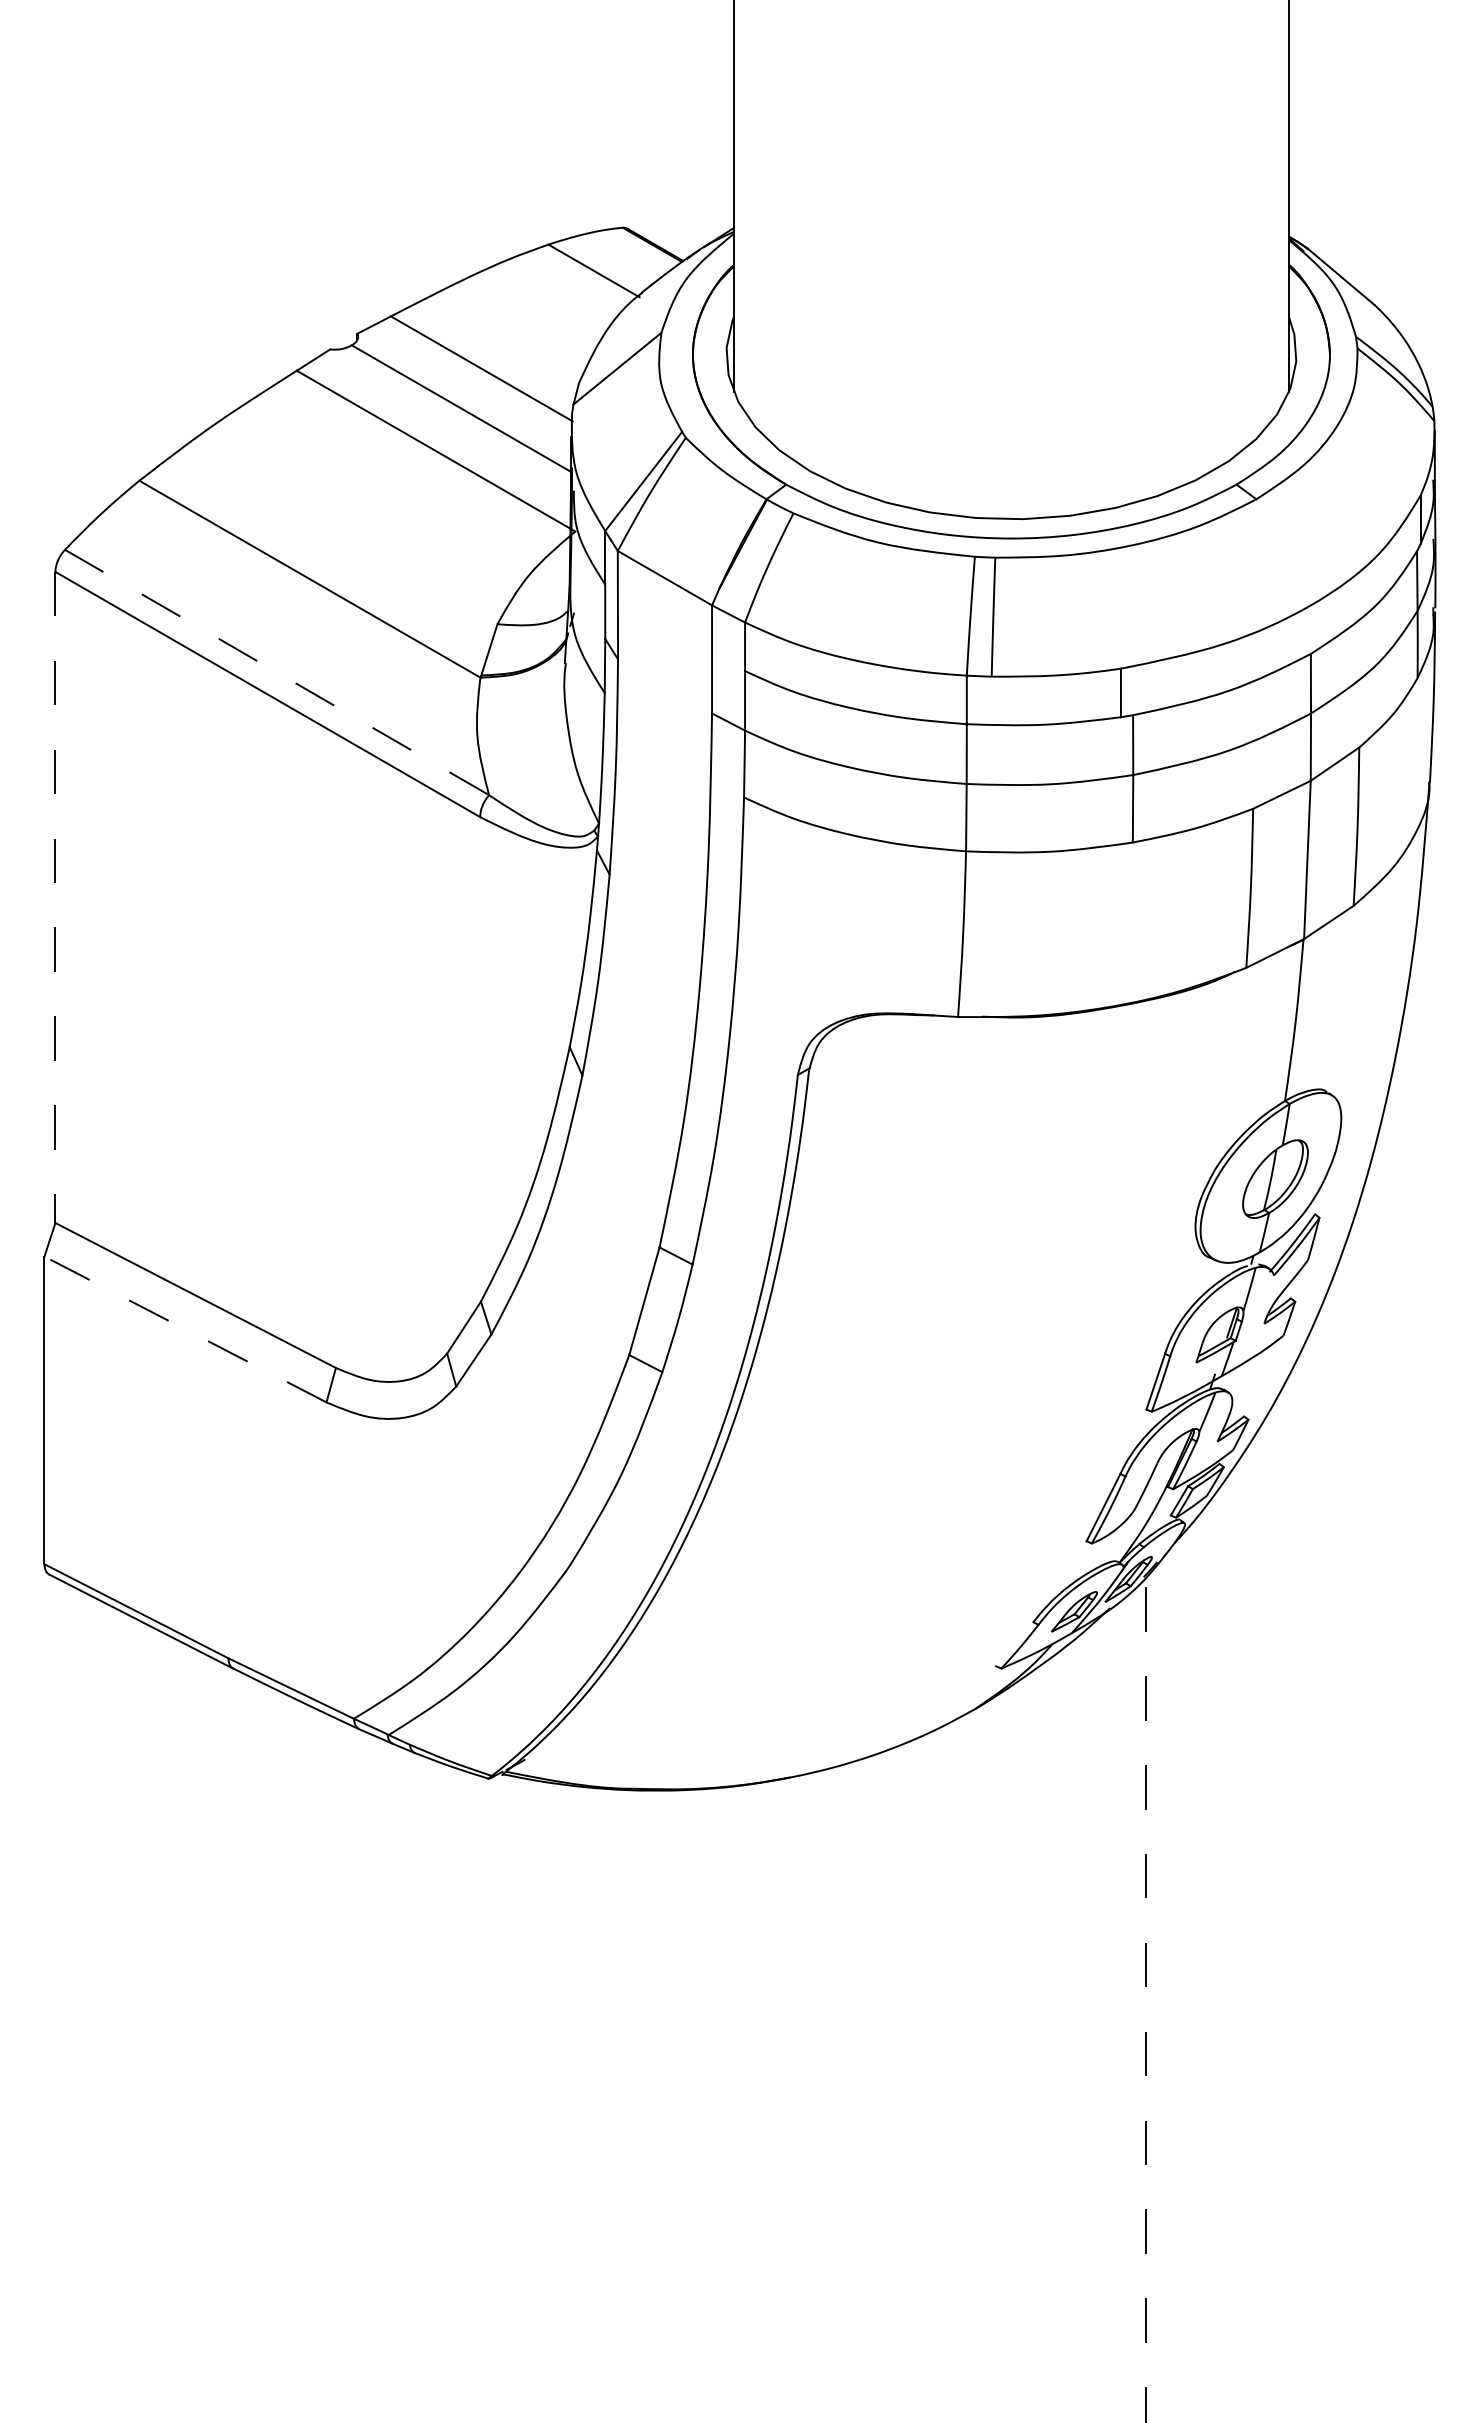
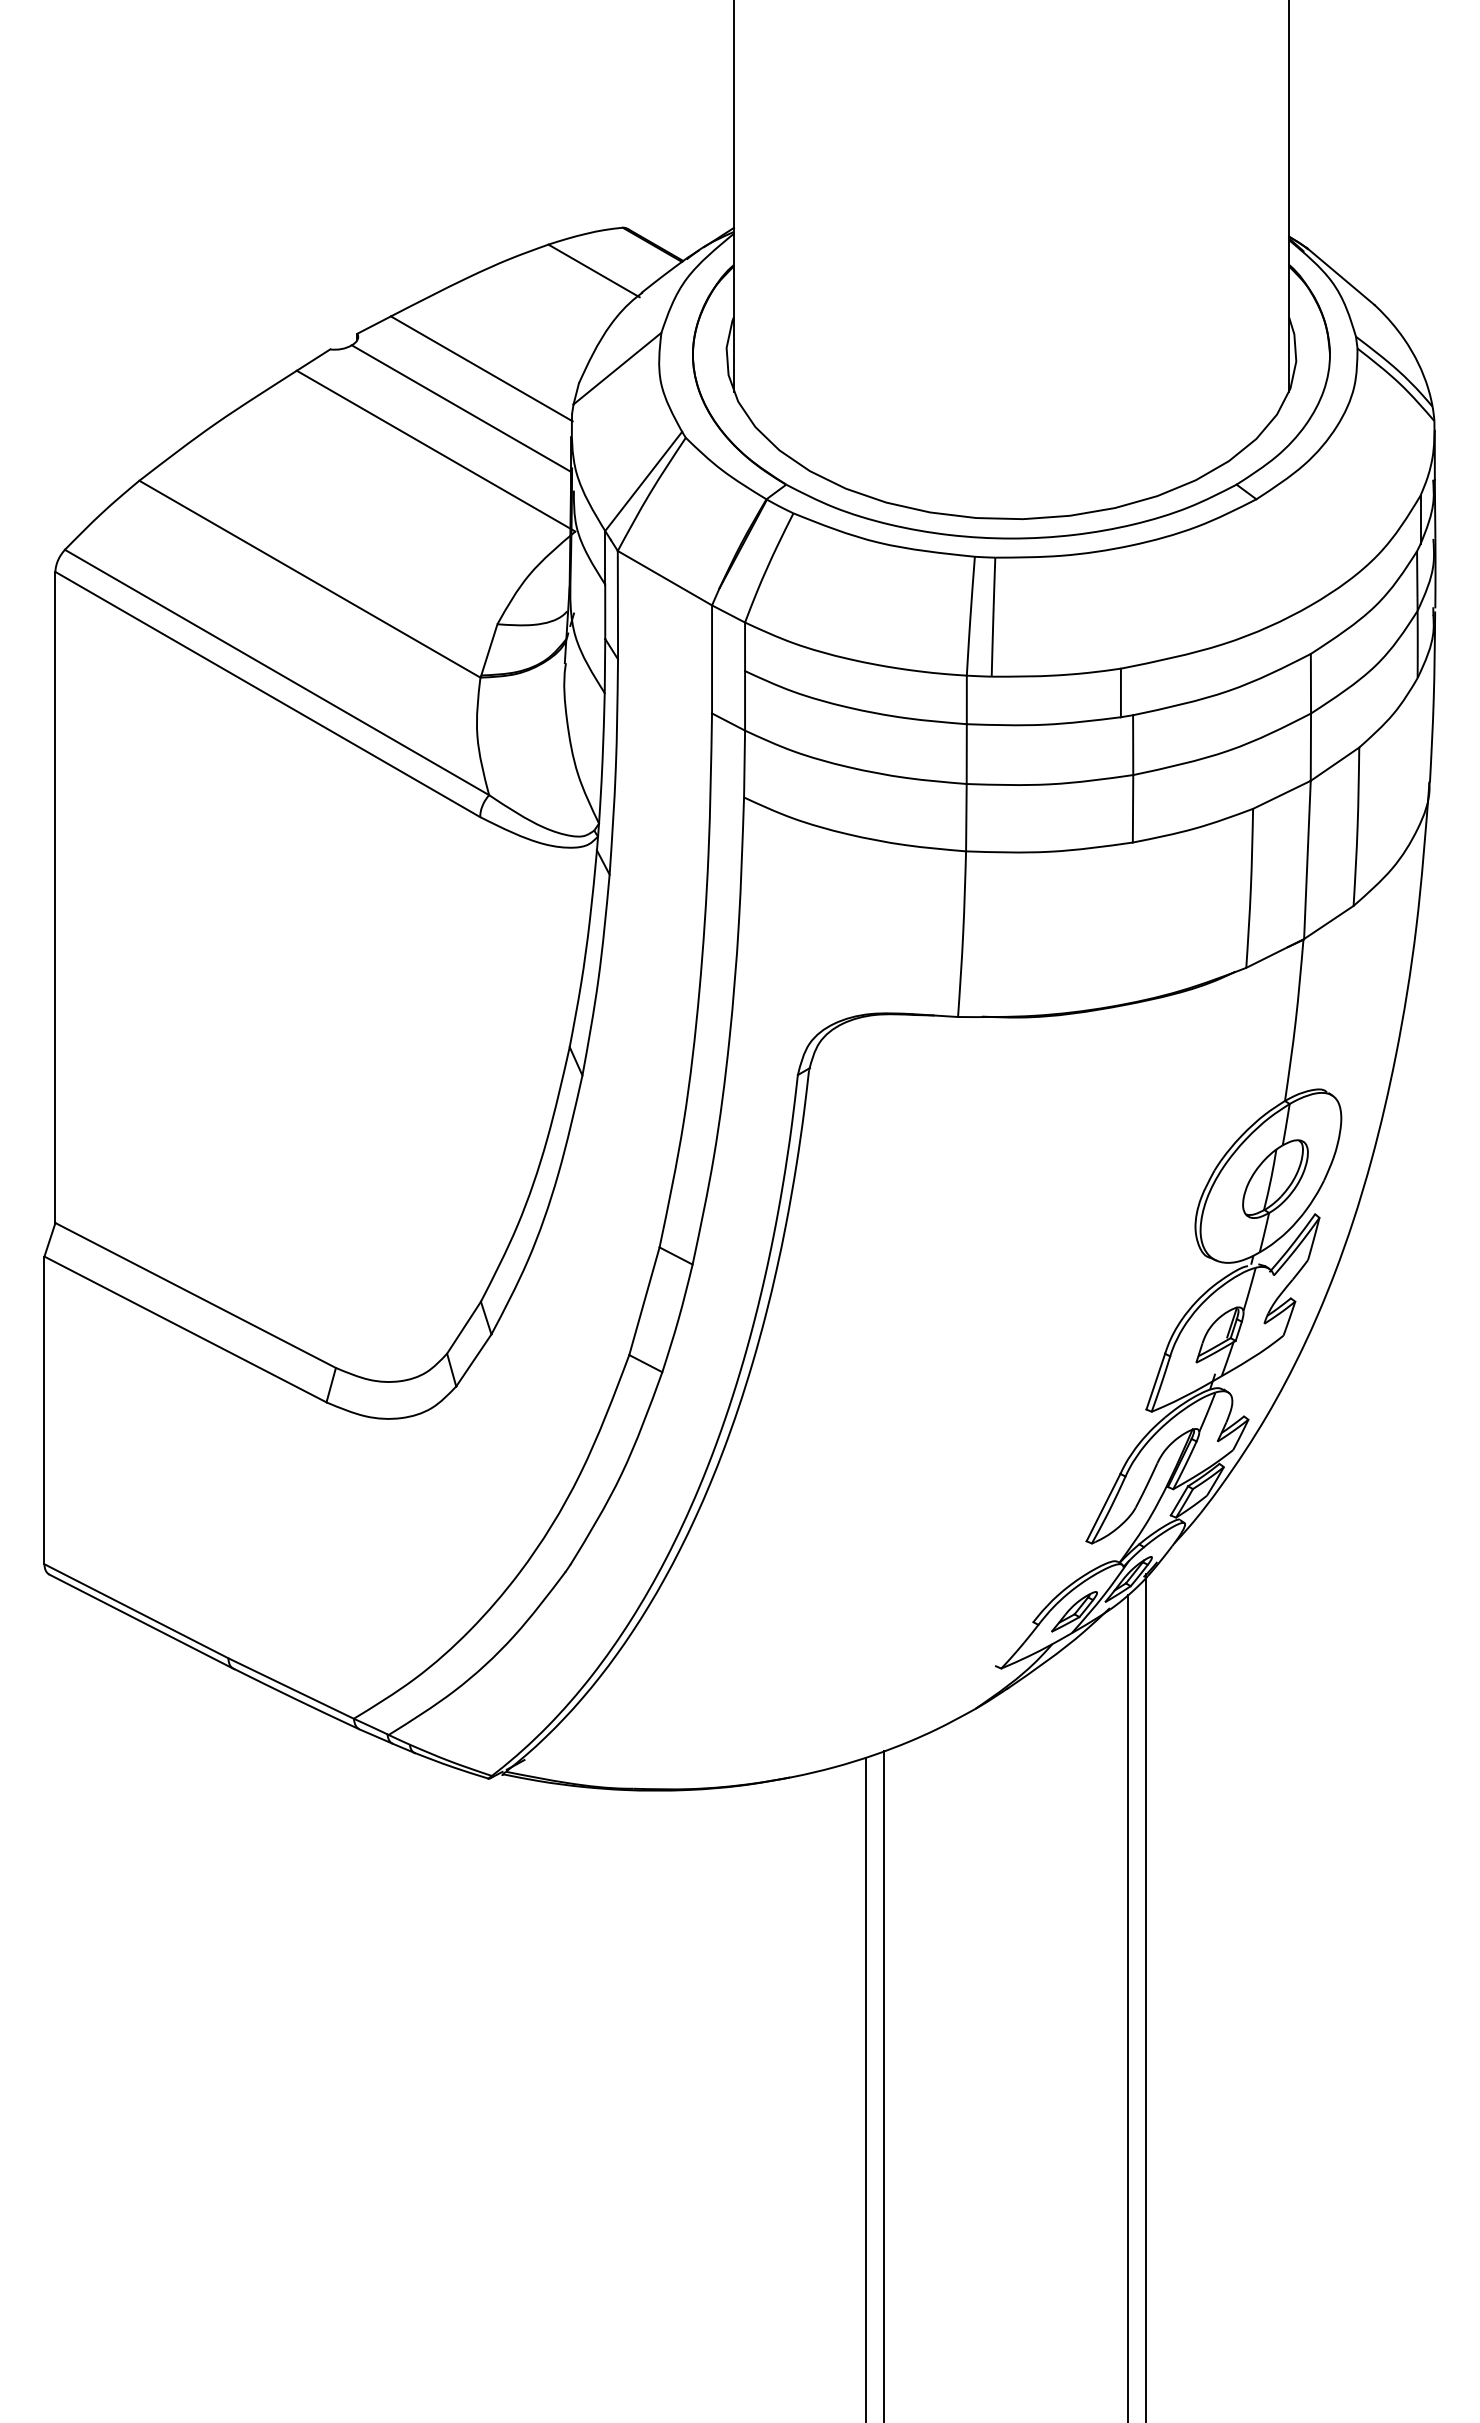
line at (277, 672): dashed -> solid
line at (55, 897): dashed -> solid
line at (185, 1329): dashed -> solid
line at (1146, 1997): dashed -> solid
line at (1128, 2007): none -> present
line at (883, 2084): none -> present
line at (865, 2088): none -> present
